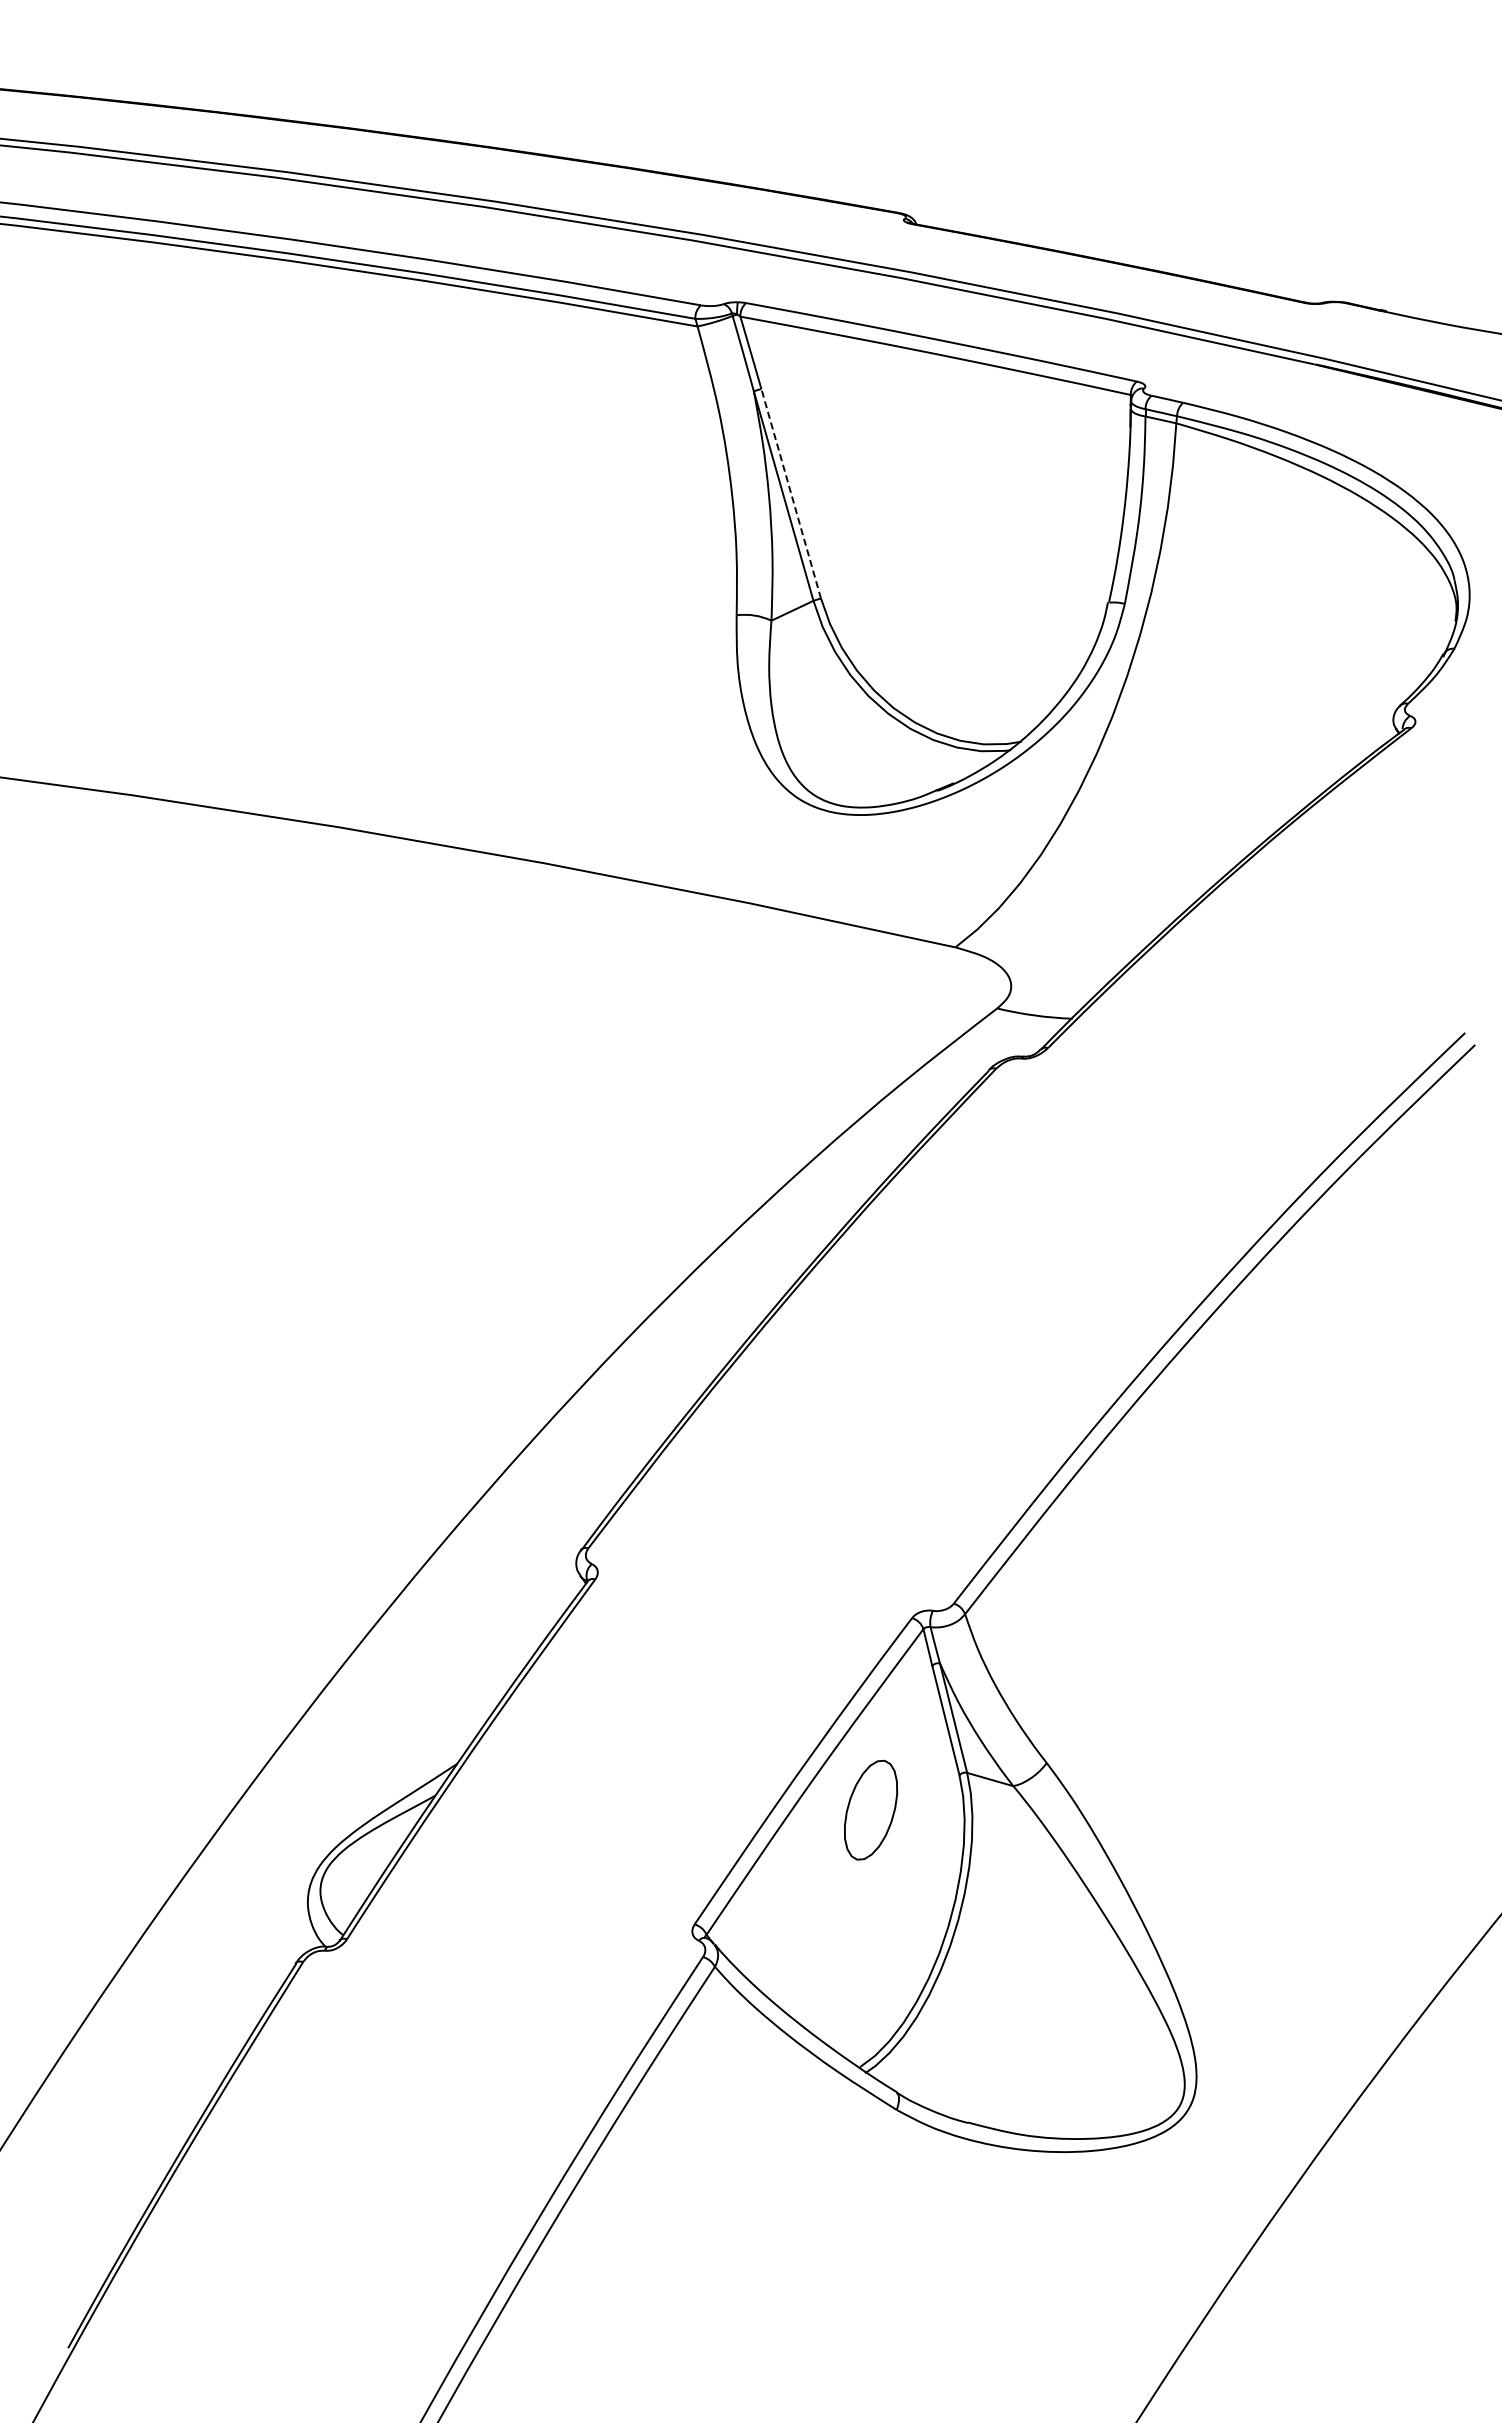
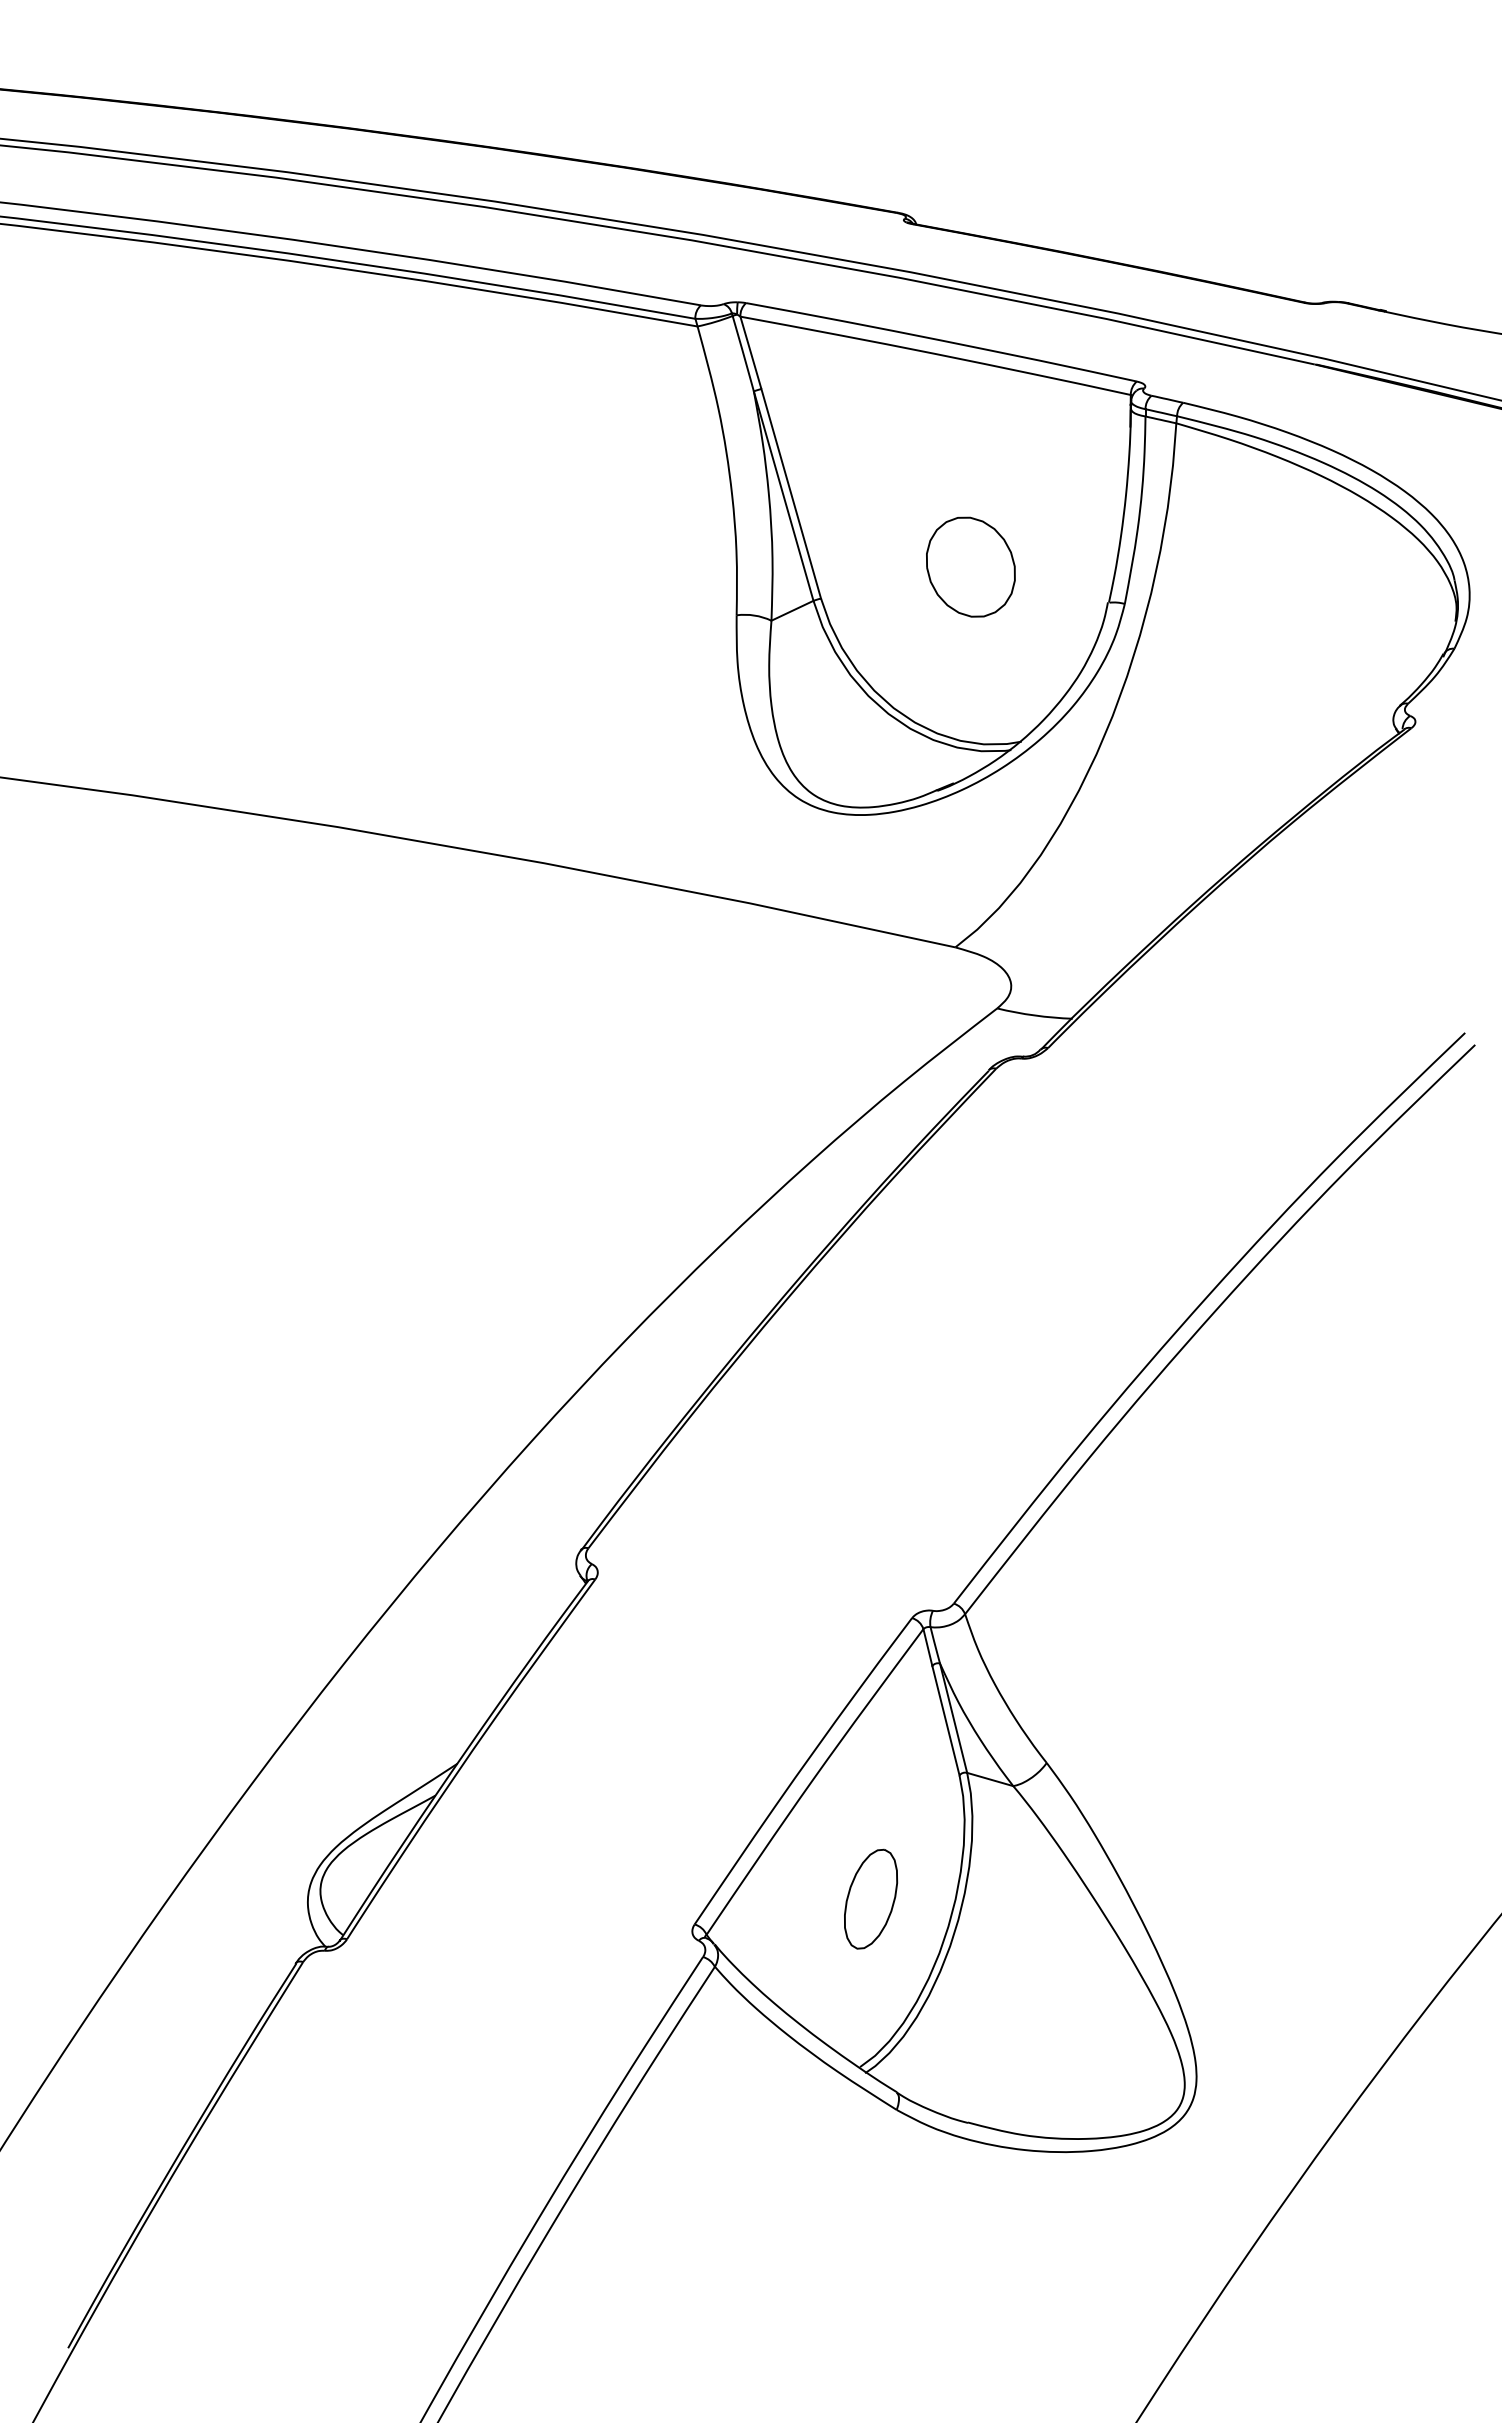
line at (791, 493): dashed -> solid
part at (970, 566): none -> present
part at (871, 1809) position: (871, 1809) -> (871, 1898)
